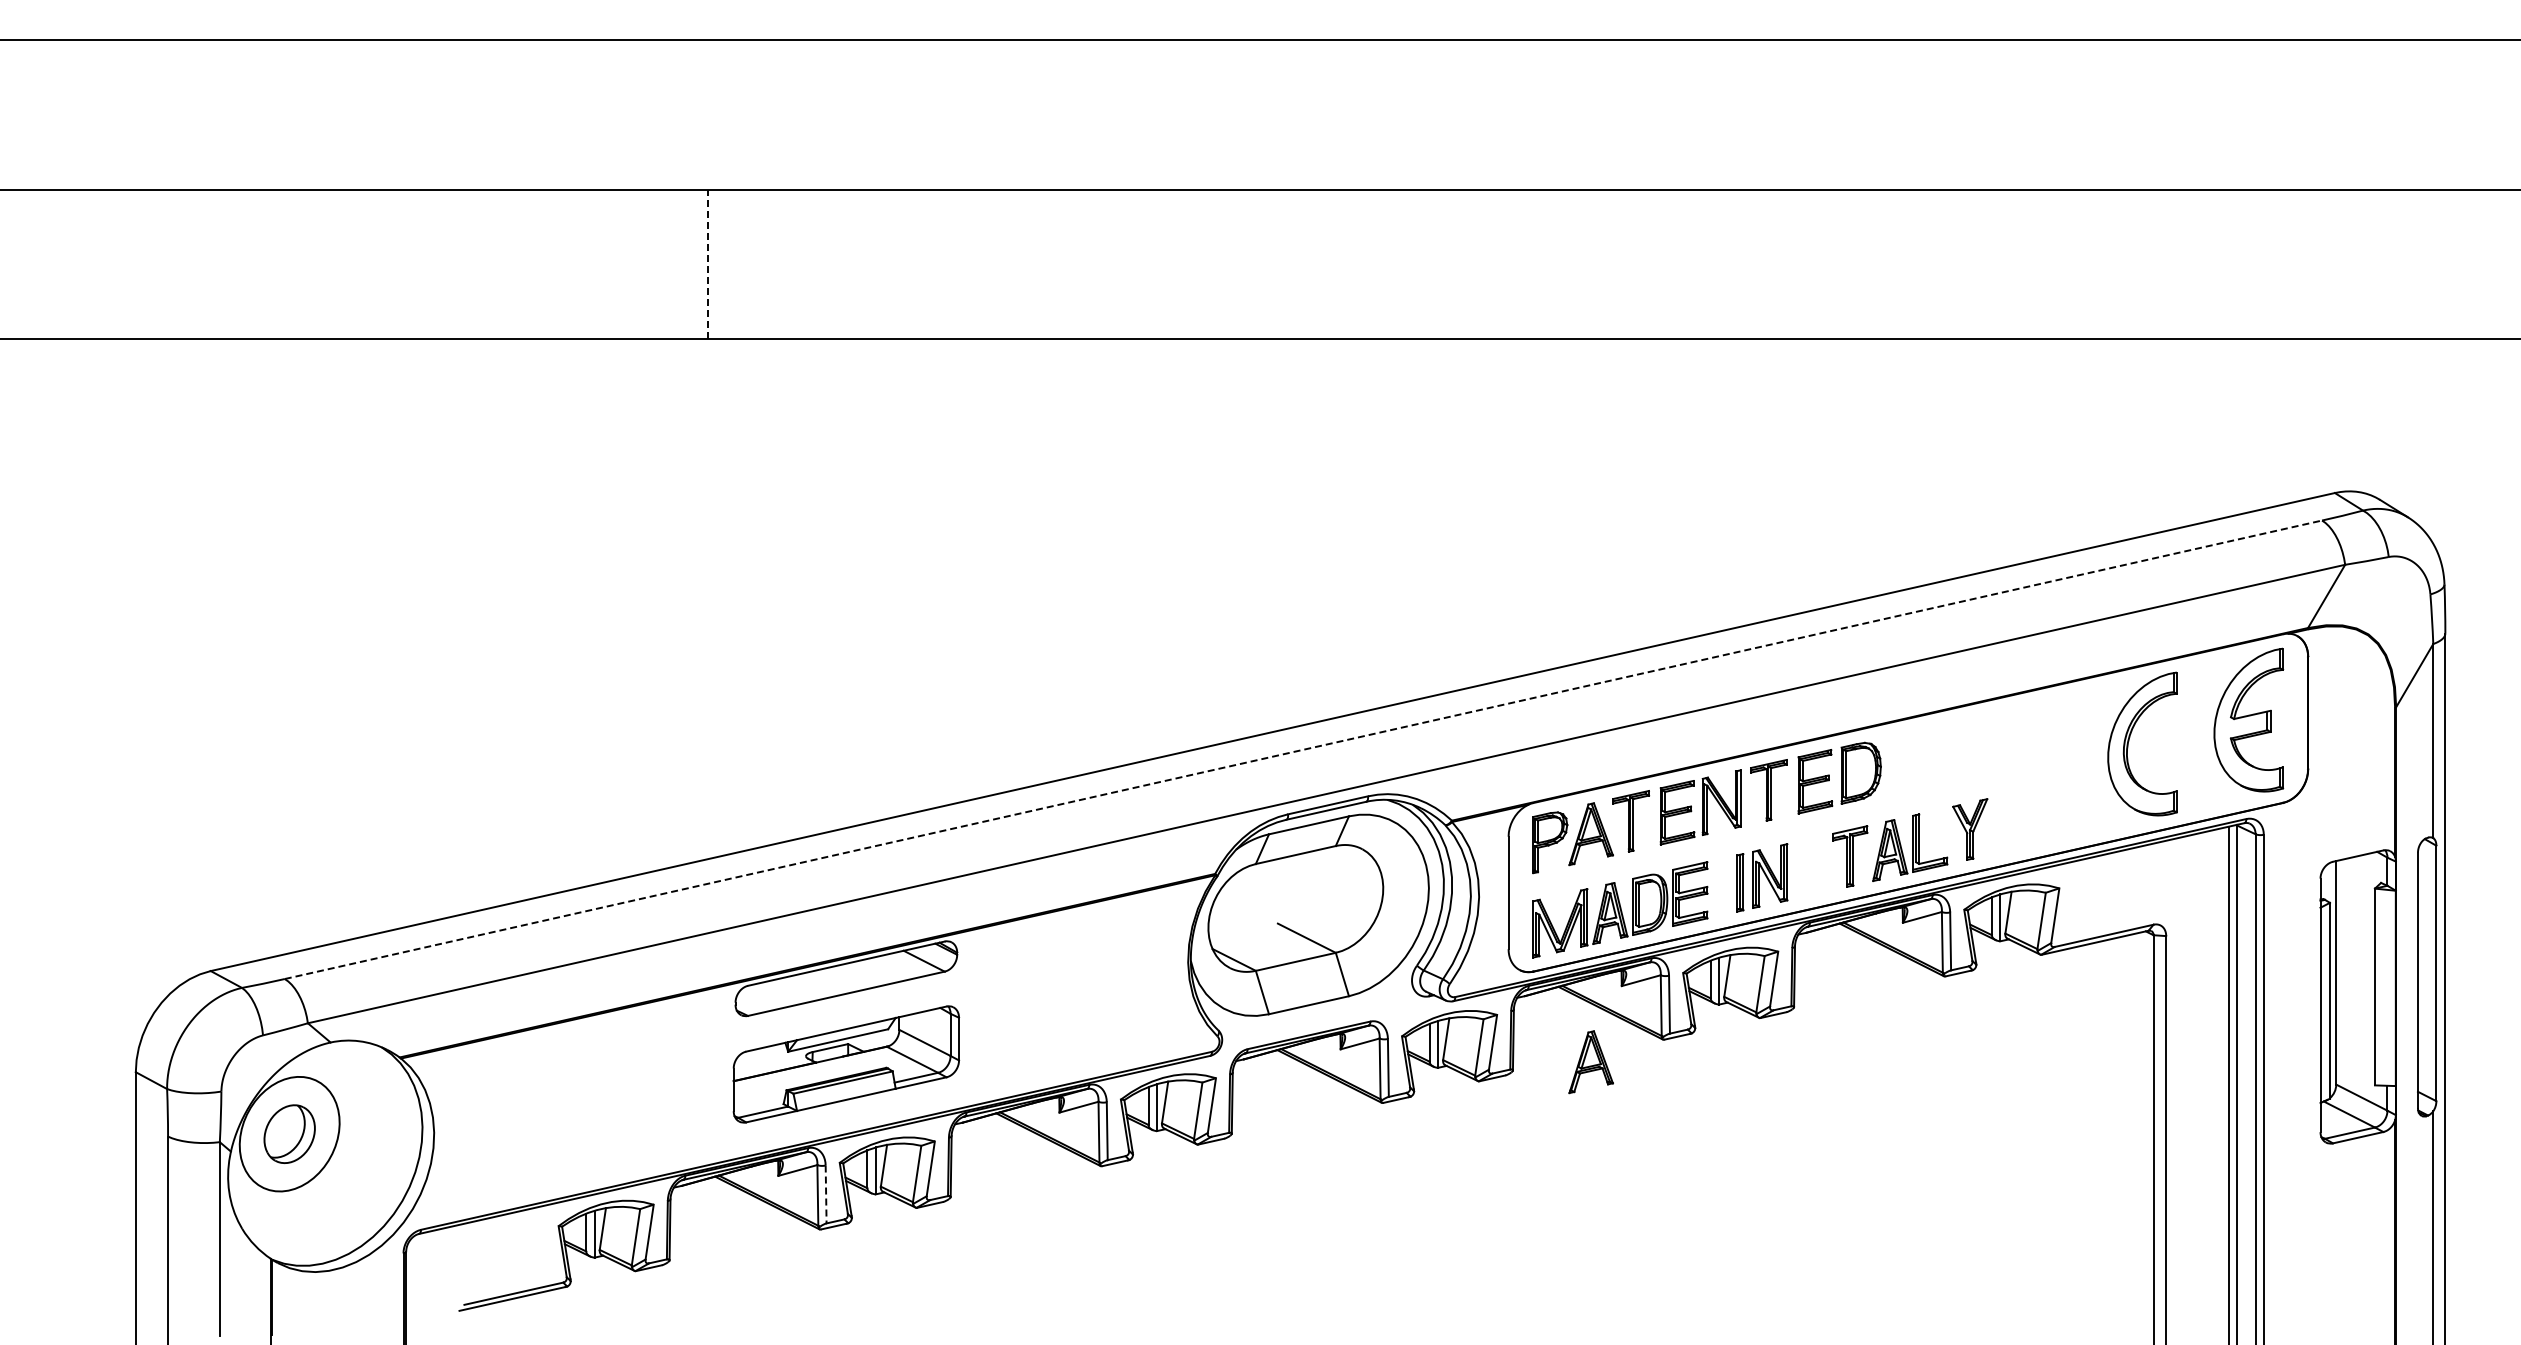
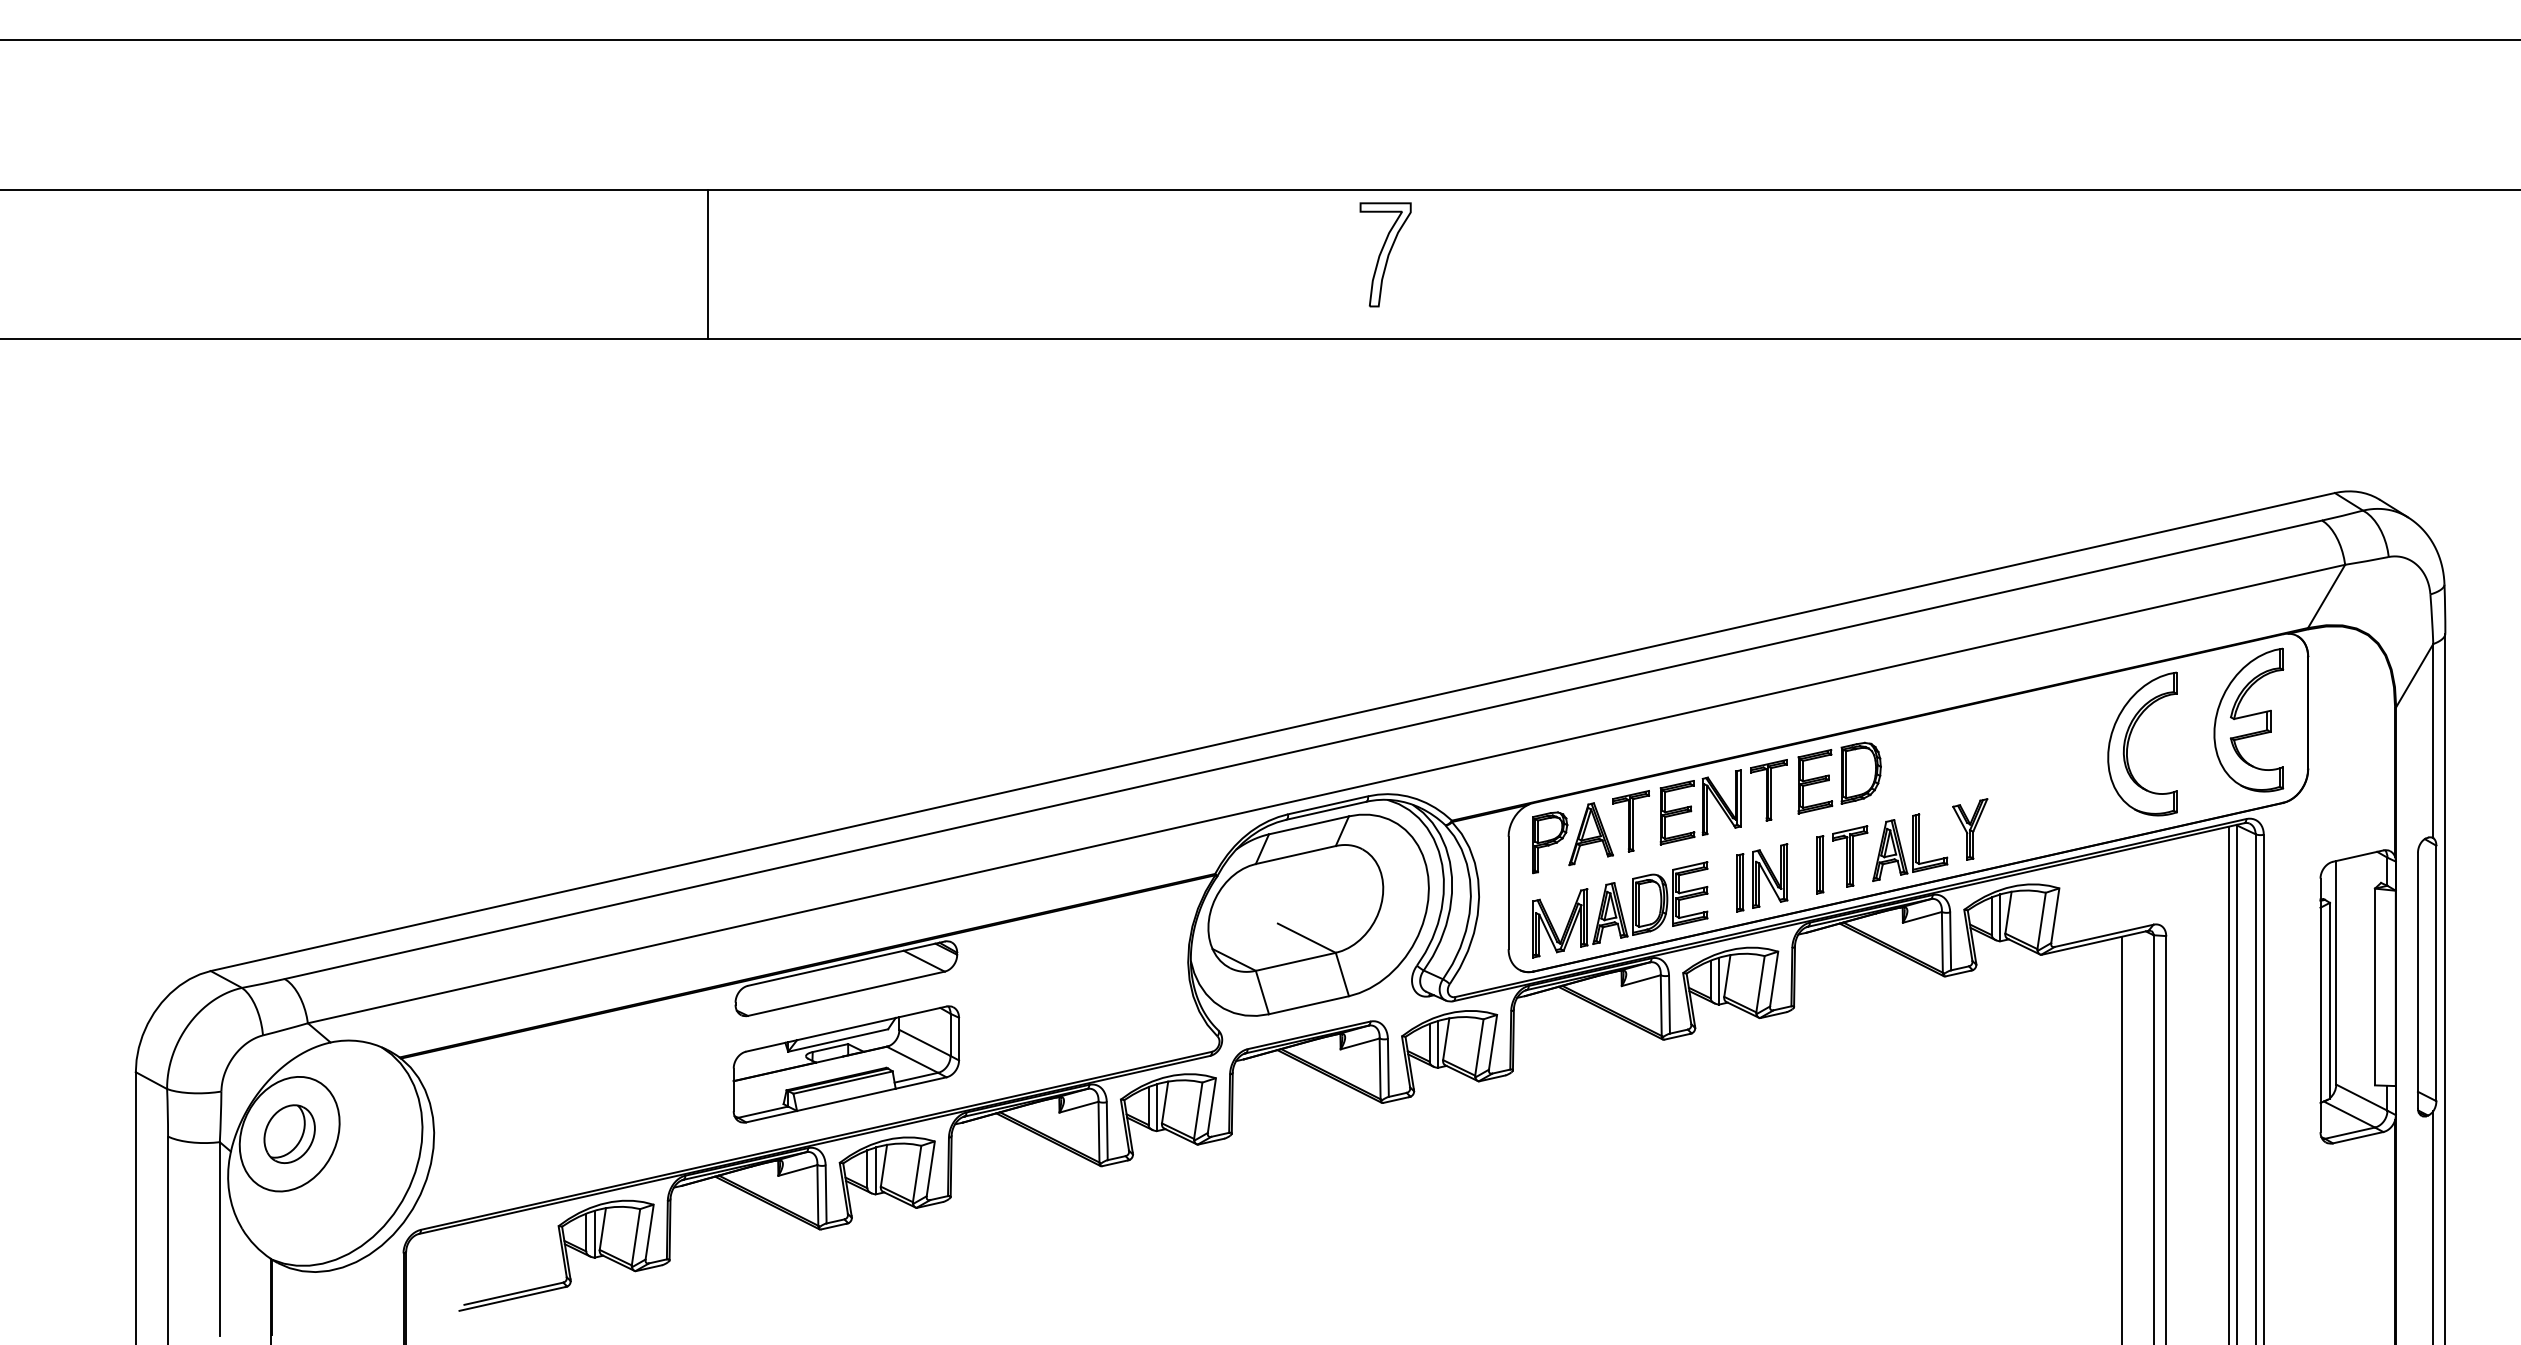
part at (1385, 254): none -> present
line at (708, 264): dashed -> solid
line at (1303, 749): dashed -> solid
part at (1820, 864): none -> present
part at (1590, 1062): present -> none
line at (2121, 1138): none -> present
line at (826, 1194): dashed -> solid
